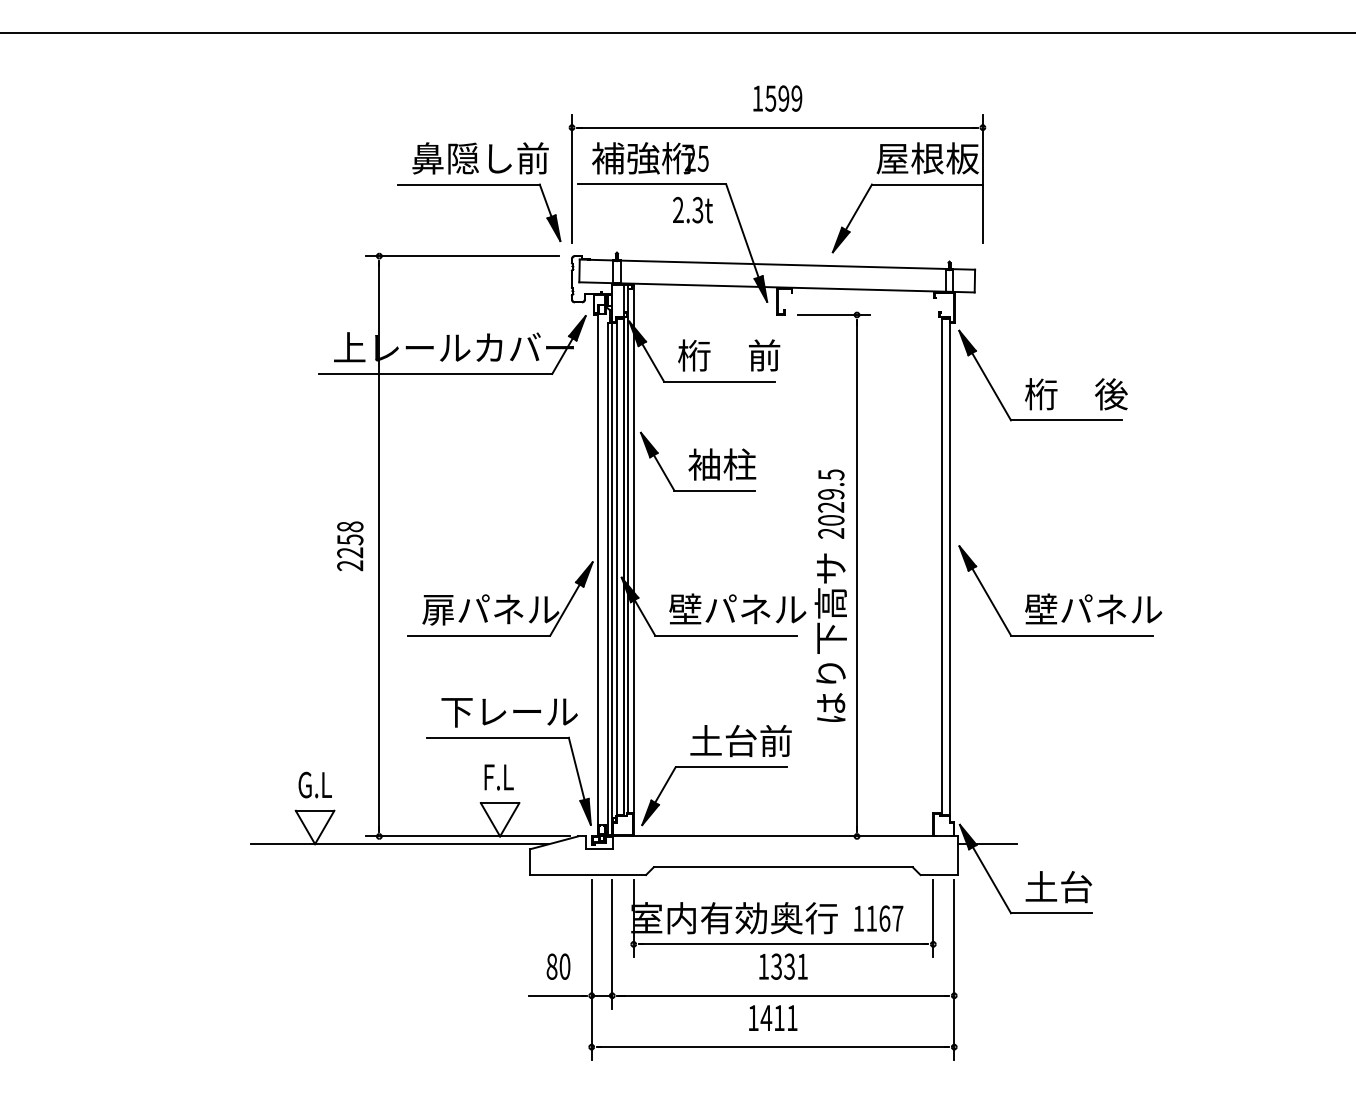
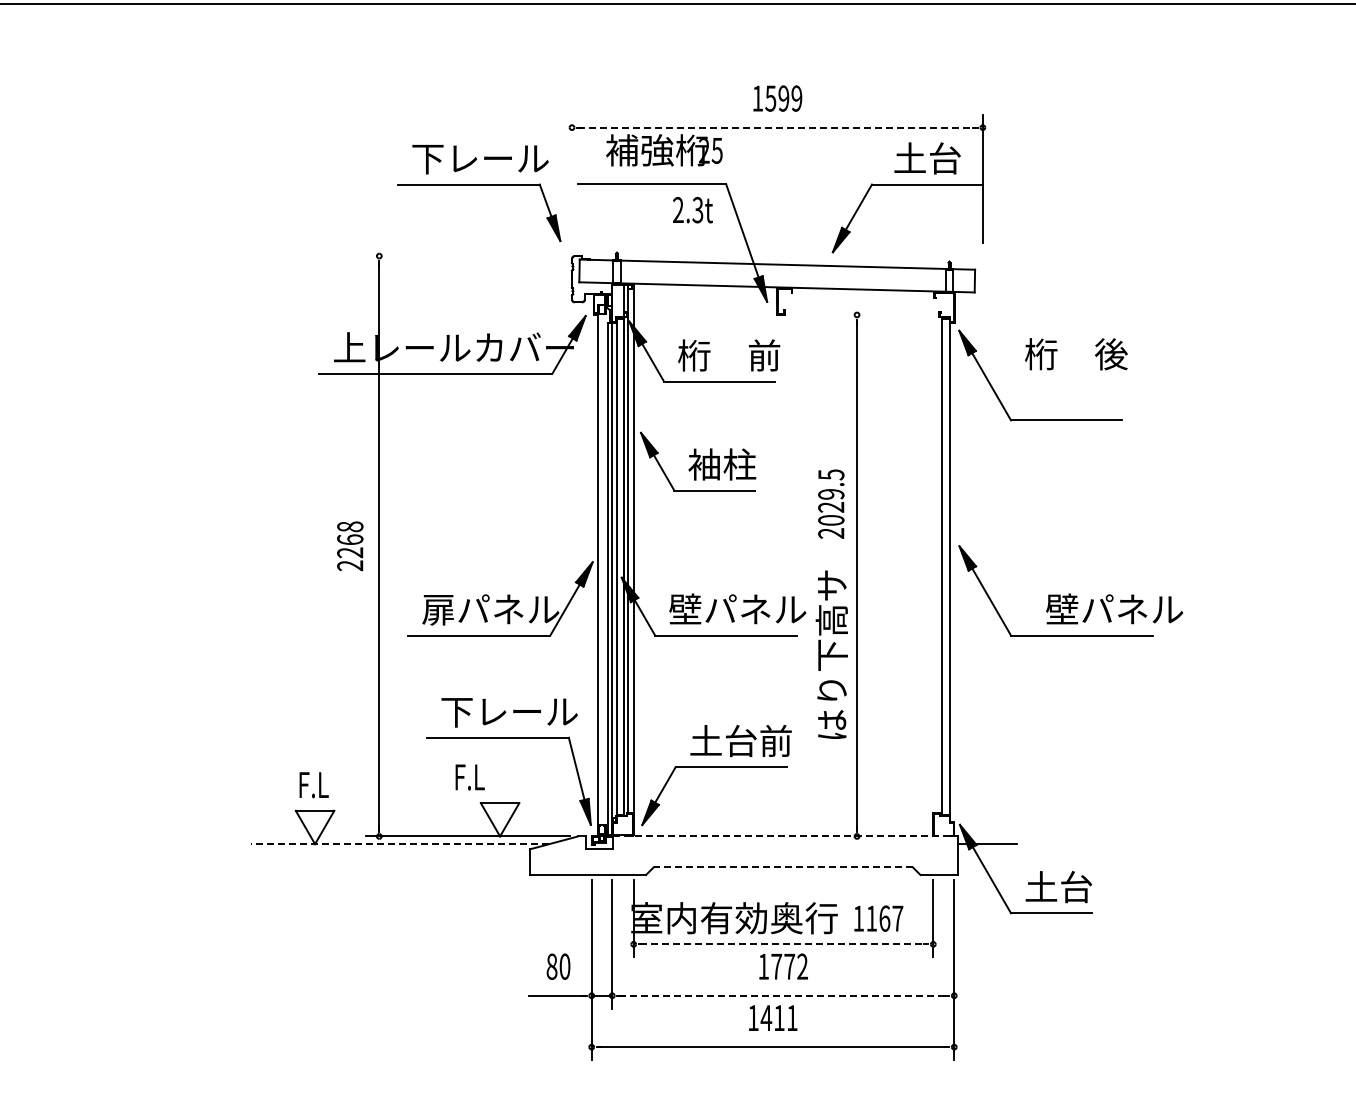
line at (677, 33) position: (677, 33) -> (677, 4)
line at (777, 127): solid -> dashed
text at (480, 158): 鼻隠し前 -> 下レール
text at (650, 158) position: (650, 158) -> (664, 150)
text at (927, 158): 屋根板 -> 土台
line at (572, 178): present -> none
line at (462, 256): present -> none
line at (833, 314): present -> none
text at (1076, 394) position: (1076, 394) -> (1076, 354)
text at (350, 539): 2258 -> 2268
text at (1093, 608) position: (1093, 608) -> (1114, 608)
text at (830, 637) position: (830, 637) -> (831, 654)
text at (498, 777) position: (498, 777) -> (469, 777)
text at (314, 784): G.L -> F.L
line at (785, 836): solid -> dashed
line at (399, 844): solid -> dashed
line at (782, 867): solid -> dashed
line at (784, 944): solid -> dashed
text at (789, 966): 1331 -> 1772
line at (783, 995): solid -> dashed
